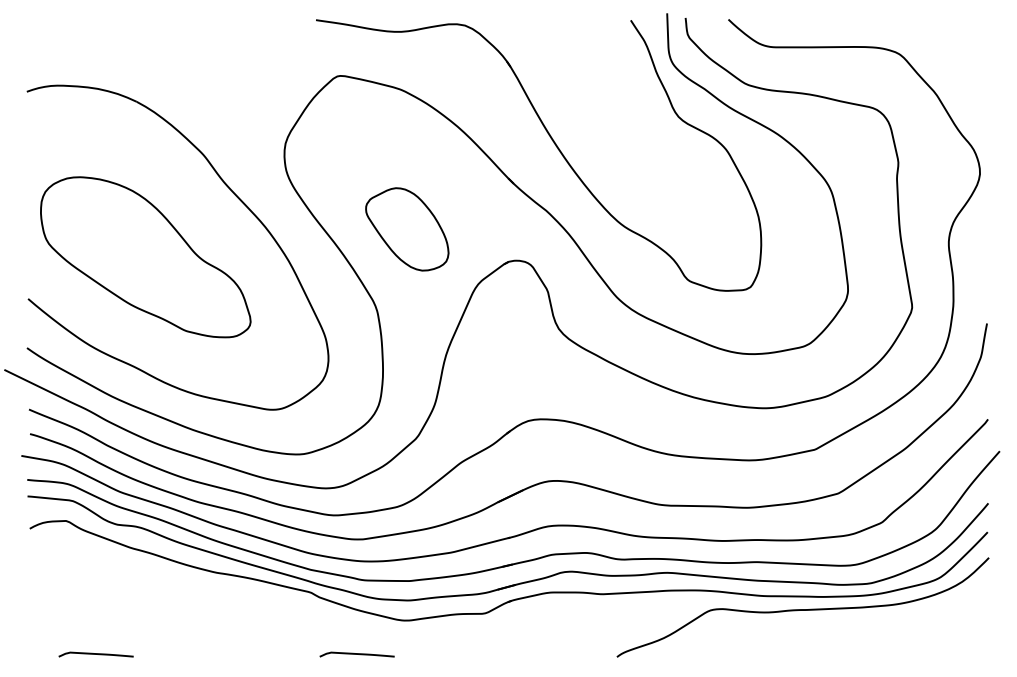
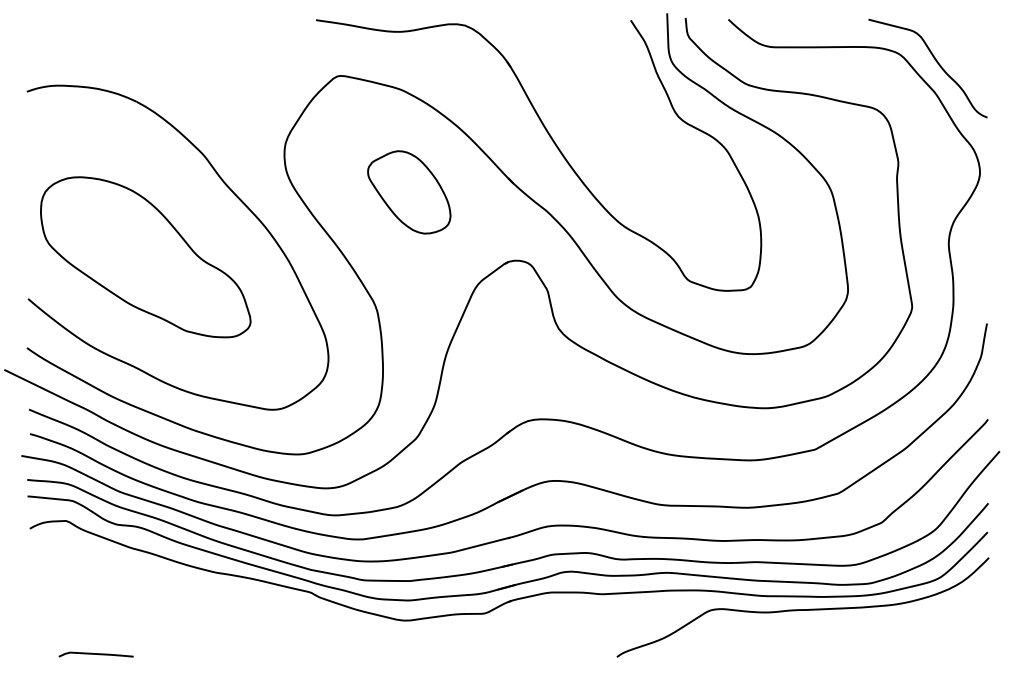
curve at (935, 61): none -> present
part at (407, 229) position: (407, 229) -> (409, 192)
curve at (356, 654): present -> none
